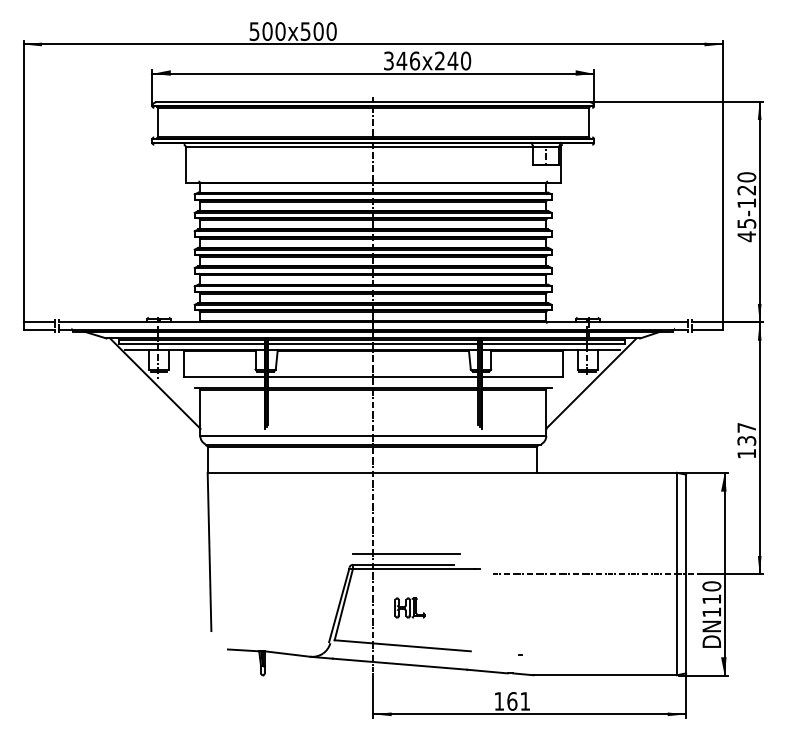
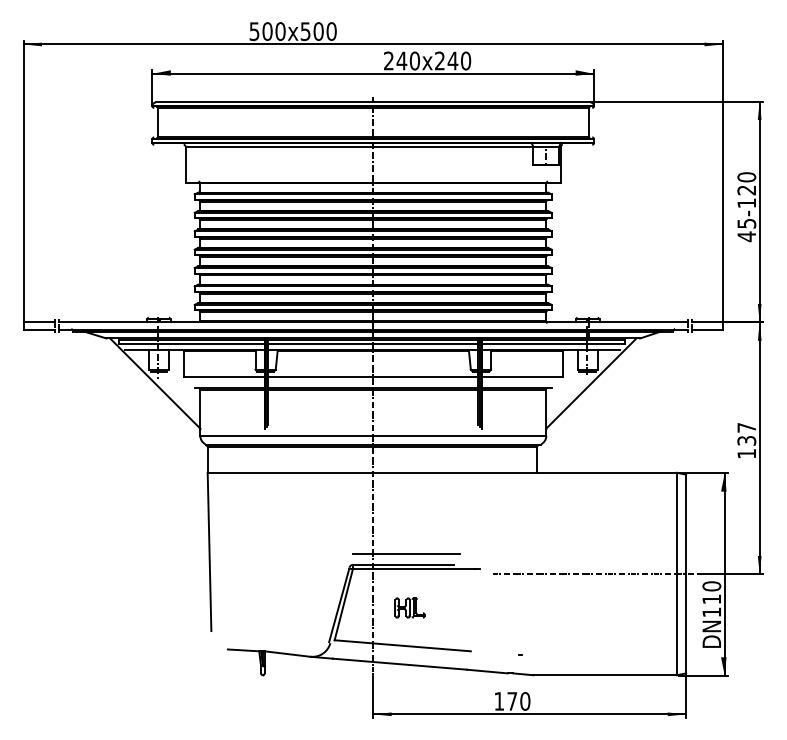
text at (402, 60): 346 -> 240
text at (518, 701): 161 -> 170
